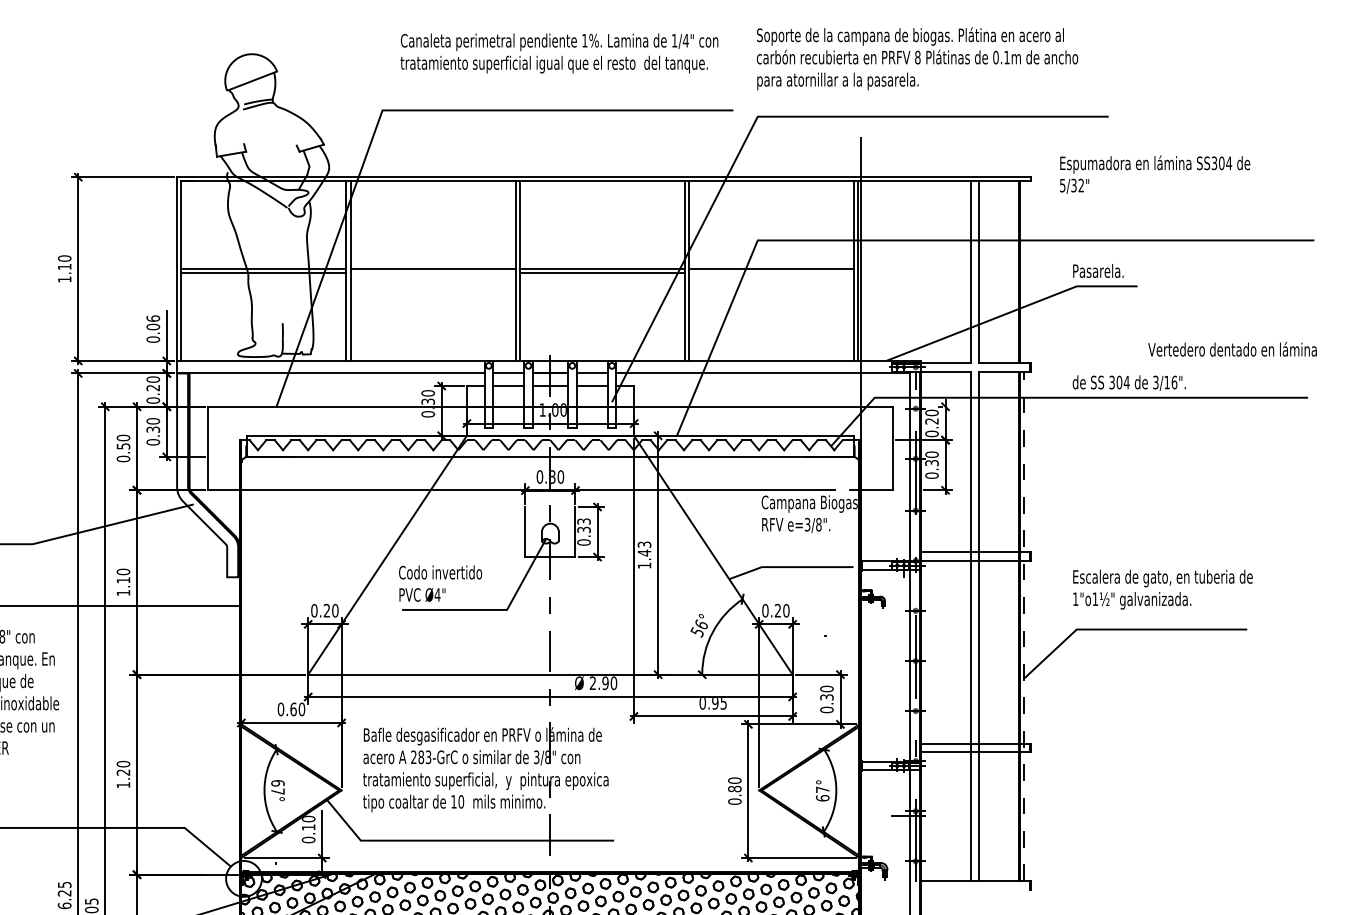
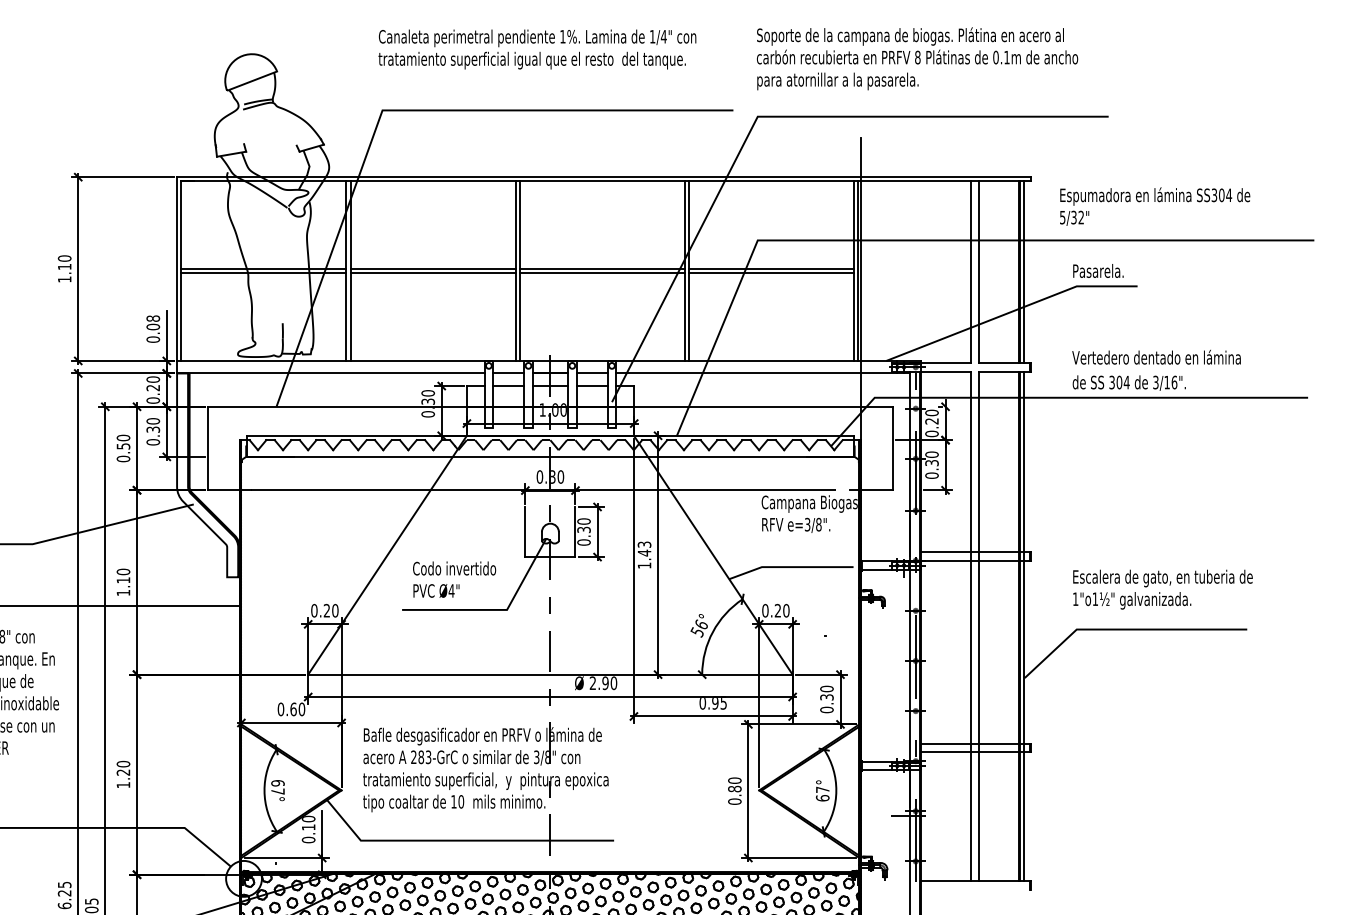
text at (559, 53) position: (559, 53) -> (537, 49)
text at (1155, 174) position: (1155, 174) -> (1155, 206)
line at (1024, 272): none -> present
line at (432, 273): none -> present
line at (771, 273): none -> present
text at (152, 318): 0.06 -> 0.08
text at (1232, 348) position: (1232, 348) -> (1156, 356)
text at (583, 521): 0.33 -> 0.30
text at (440, 583) position: (440, 583) -> (454, 579)
line at (1024, 626): dashed -> solid
